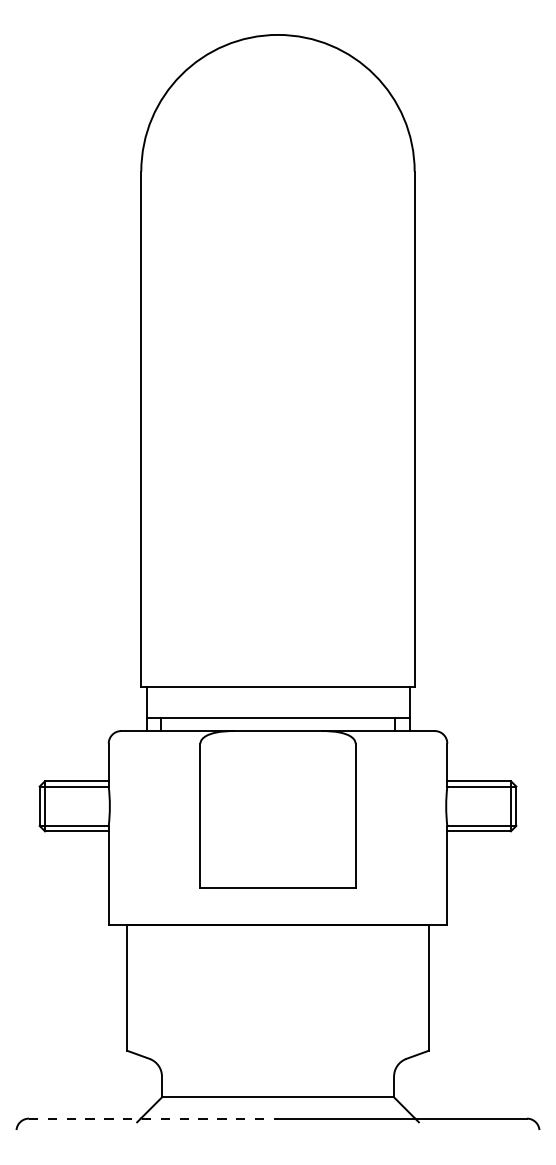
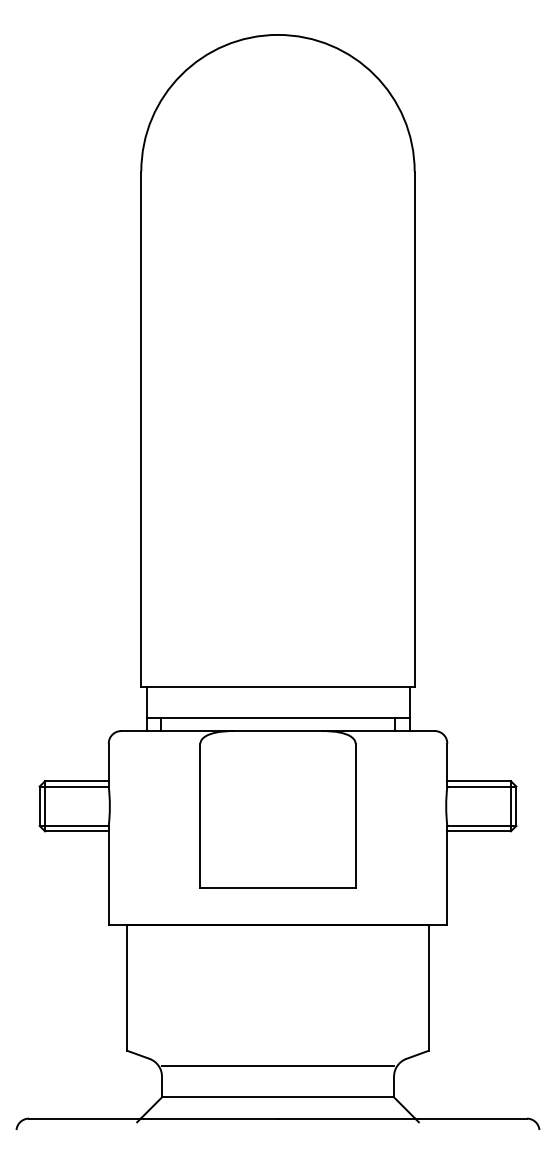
line at (278, 1065): none -> present
line at (153, 1118): dashed -> solid
